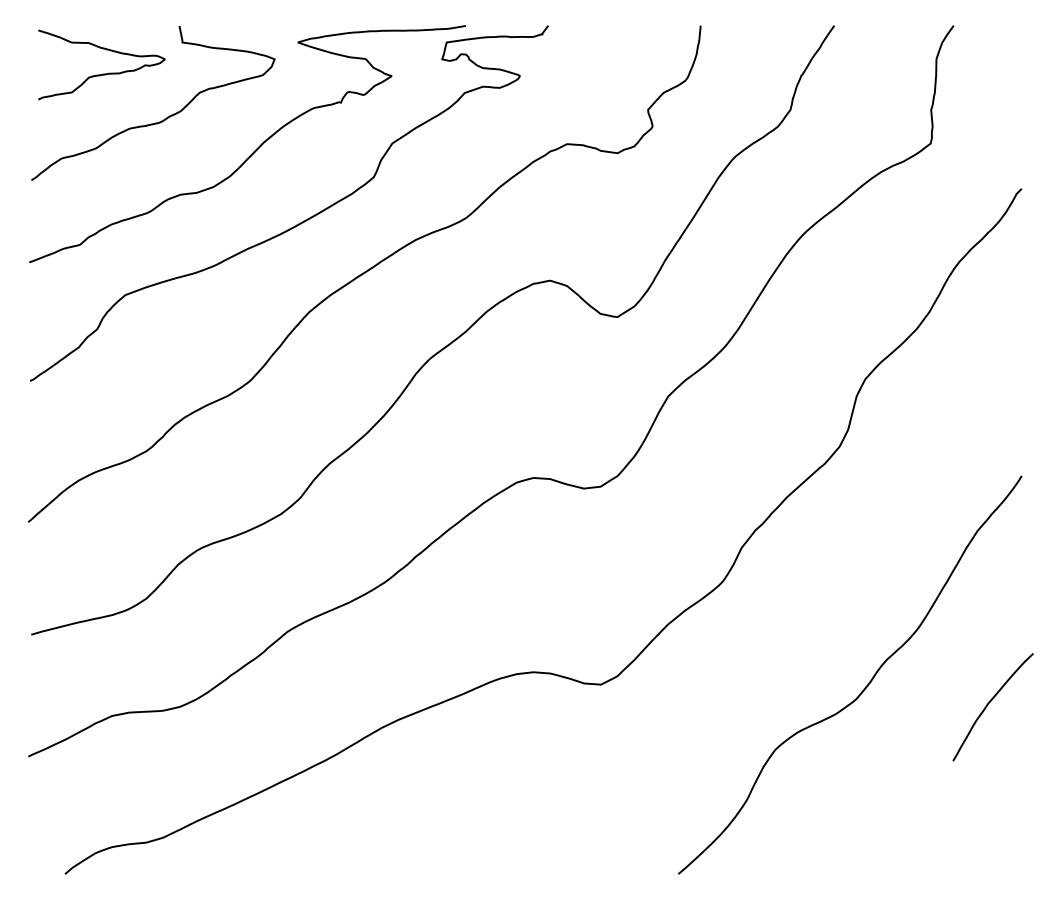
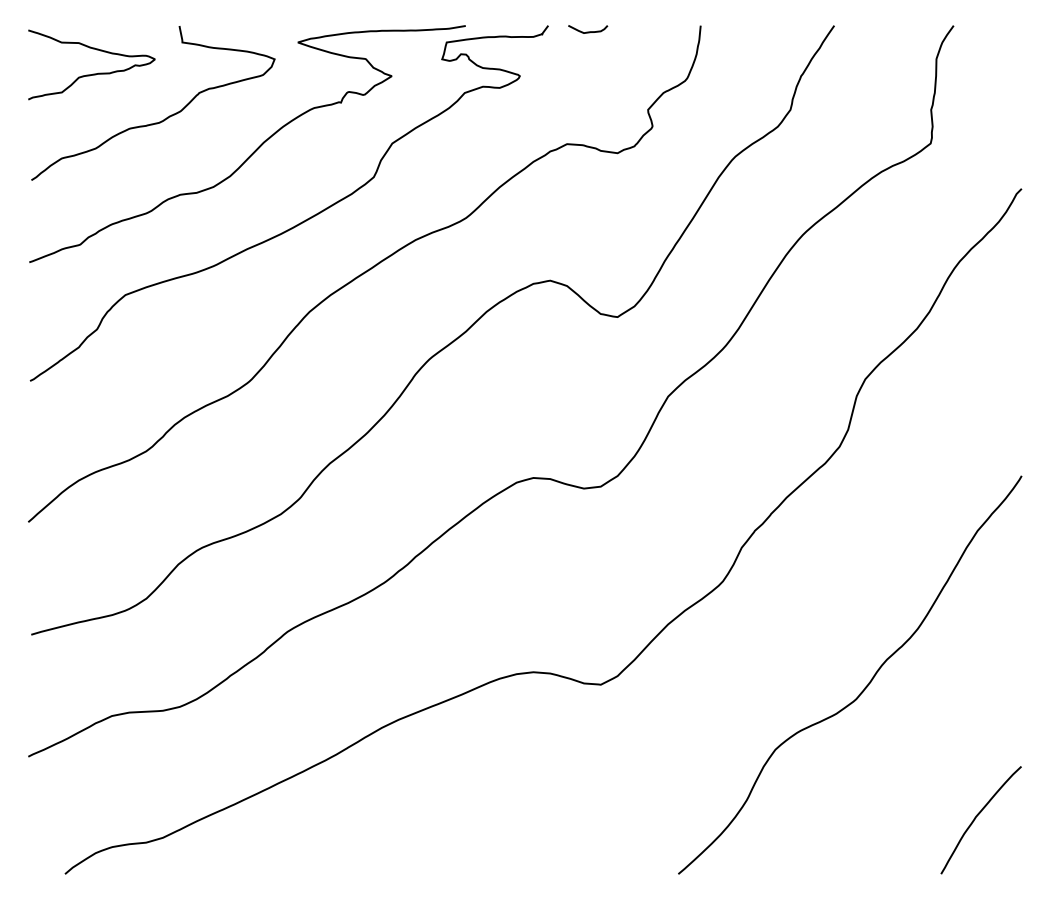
curve at (588, 31): none -> present
curve at (103, 73) position: (103, 73) -> (93, 73)
curve at (988, 705) position: (988, 705) -> (976, 818)
